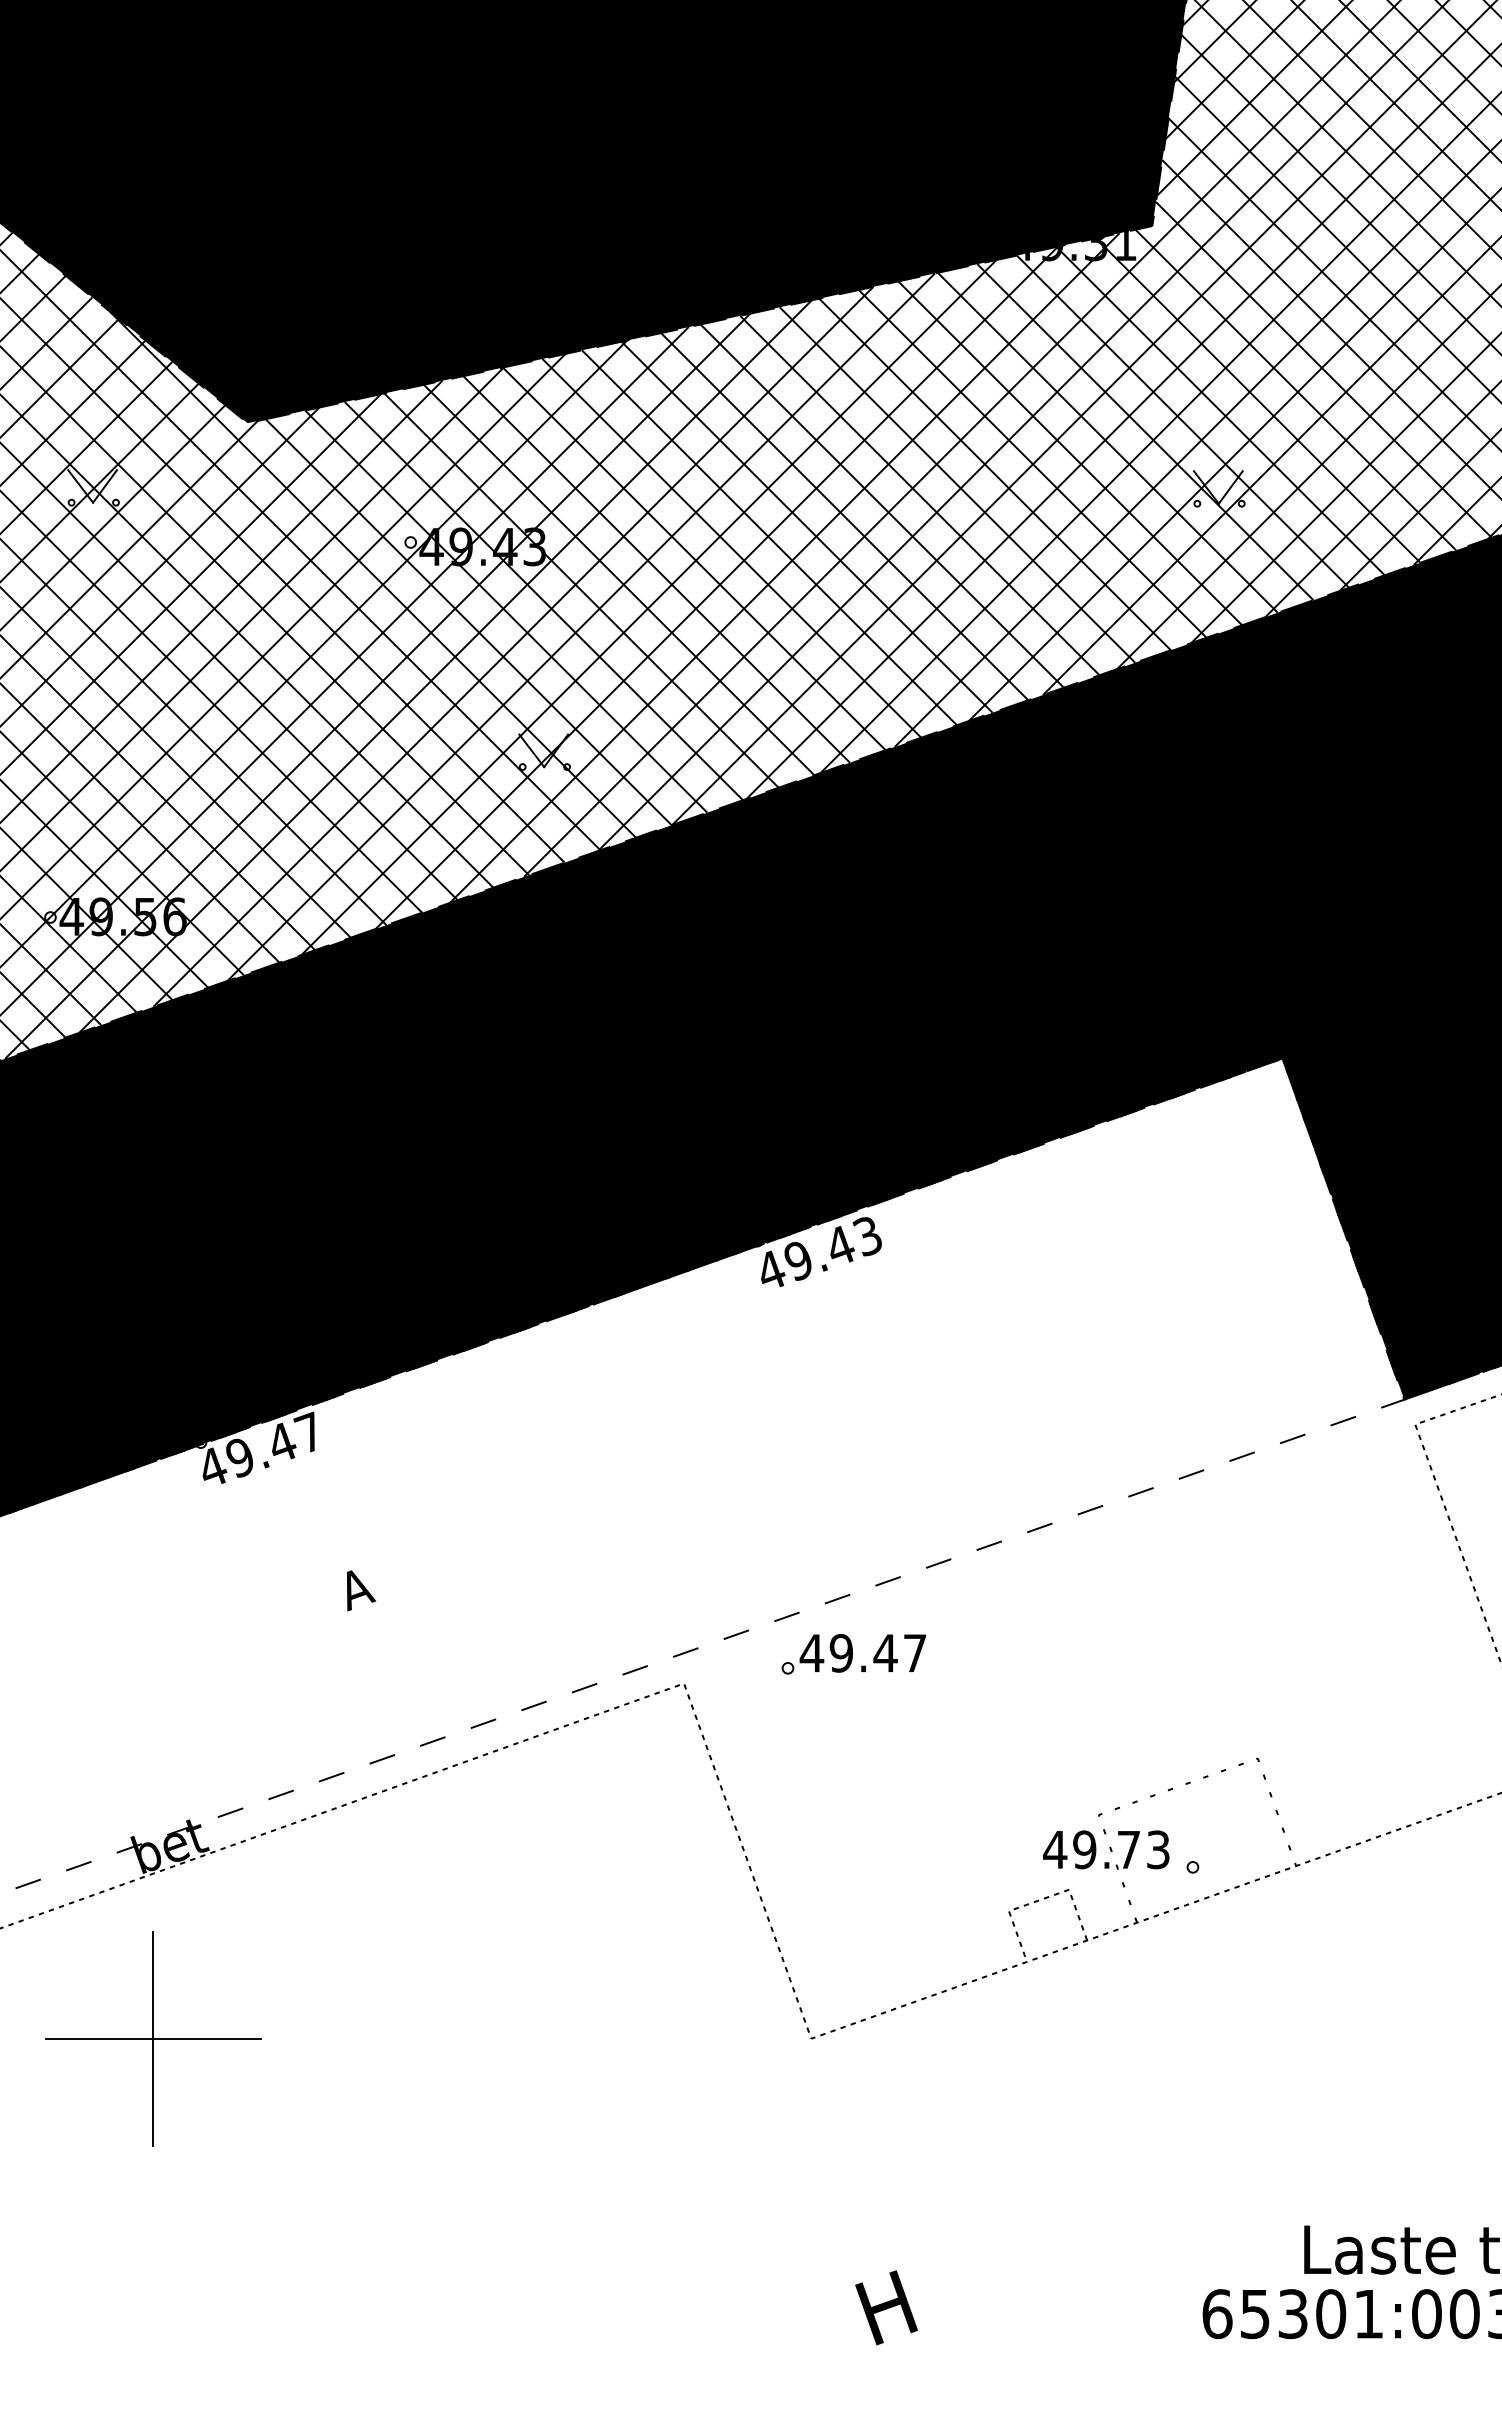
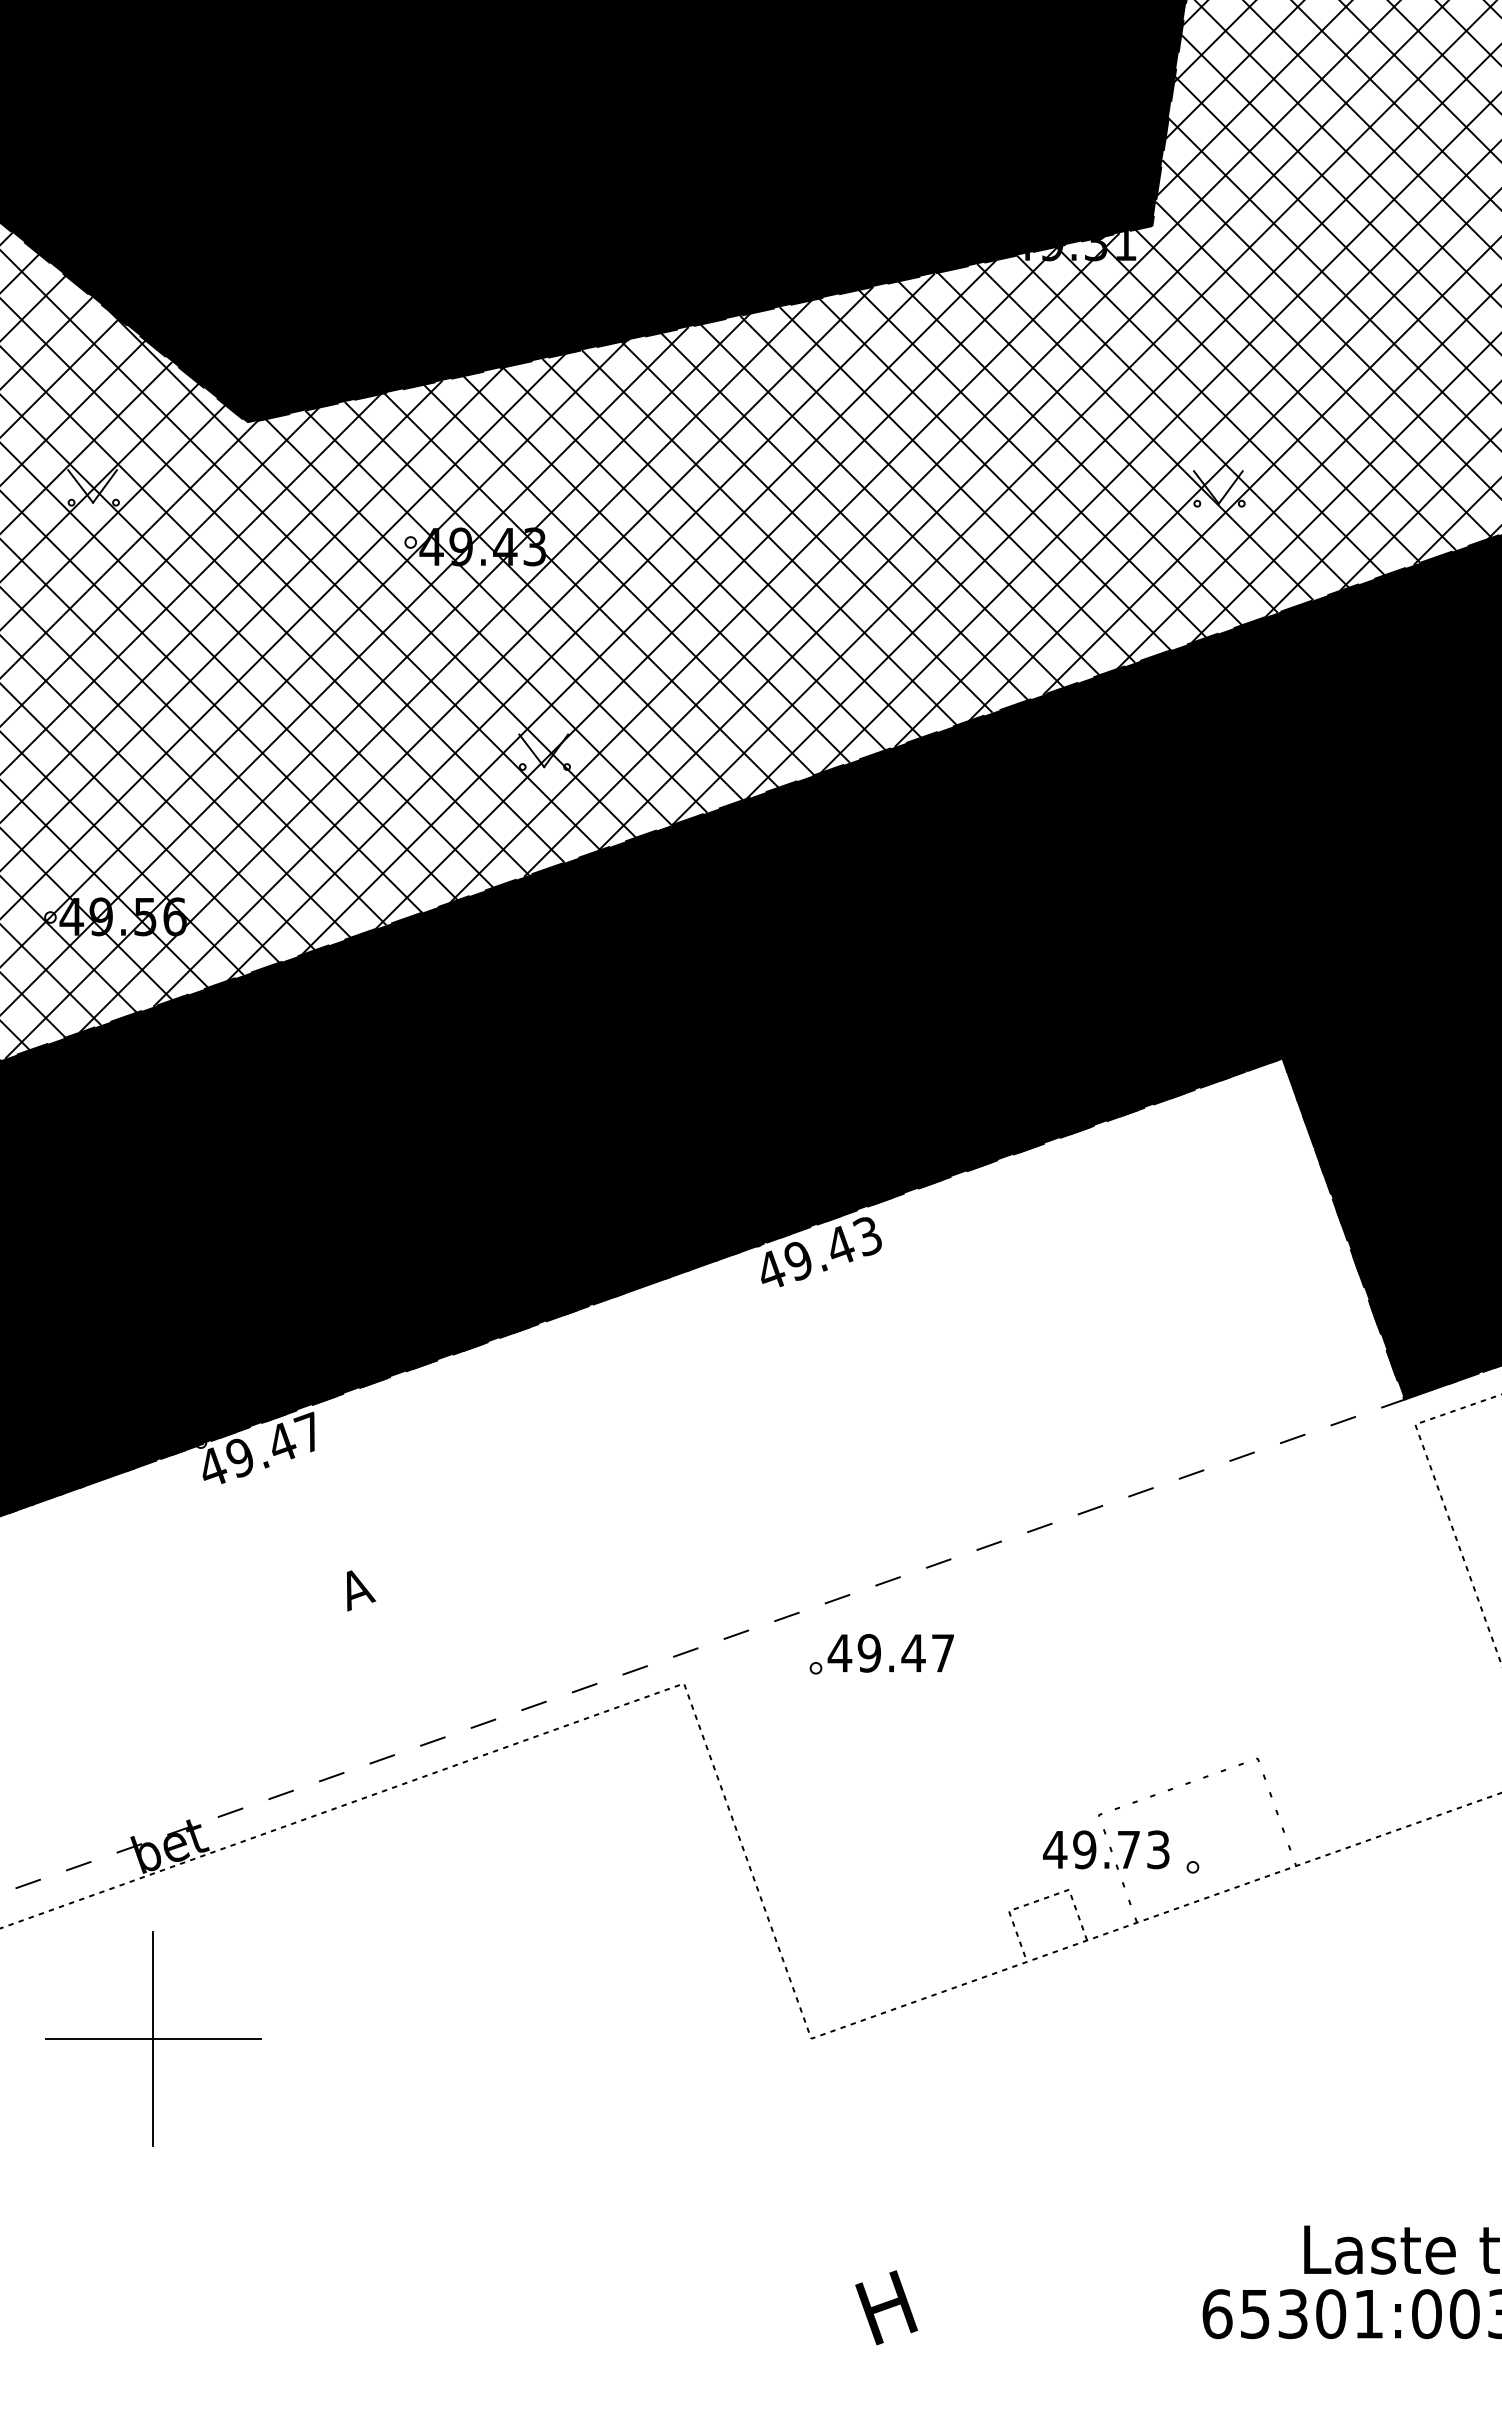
part at (853, 1654) position: (853, 1654) -> (881, 1654)
